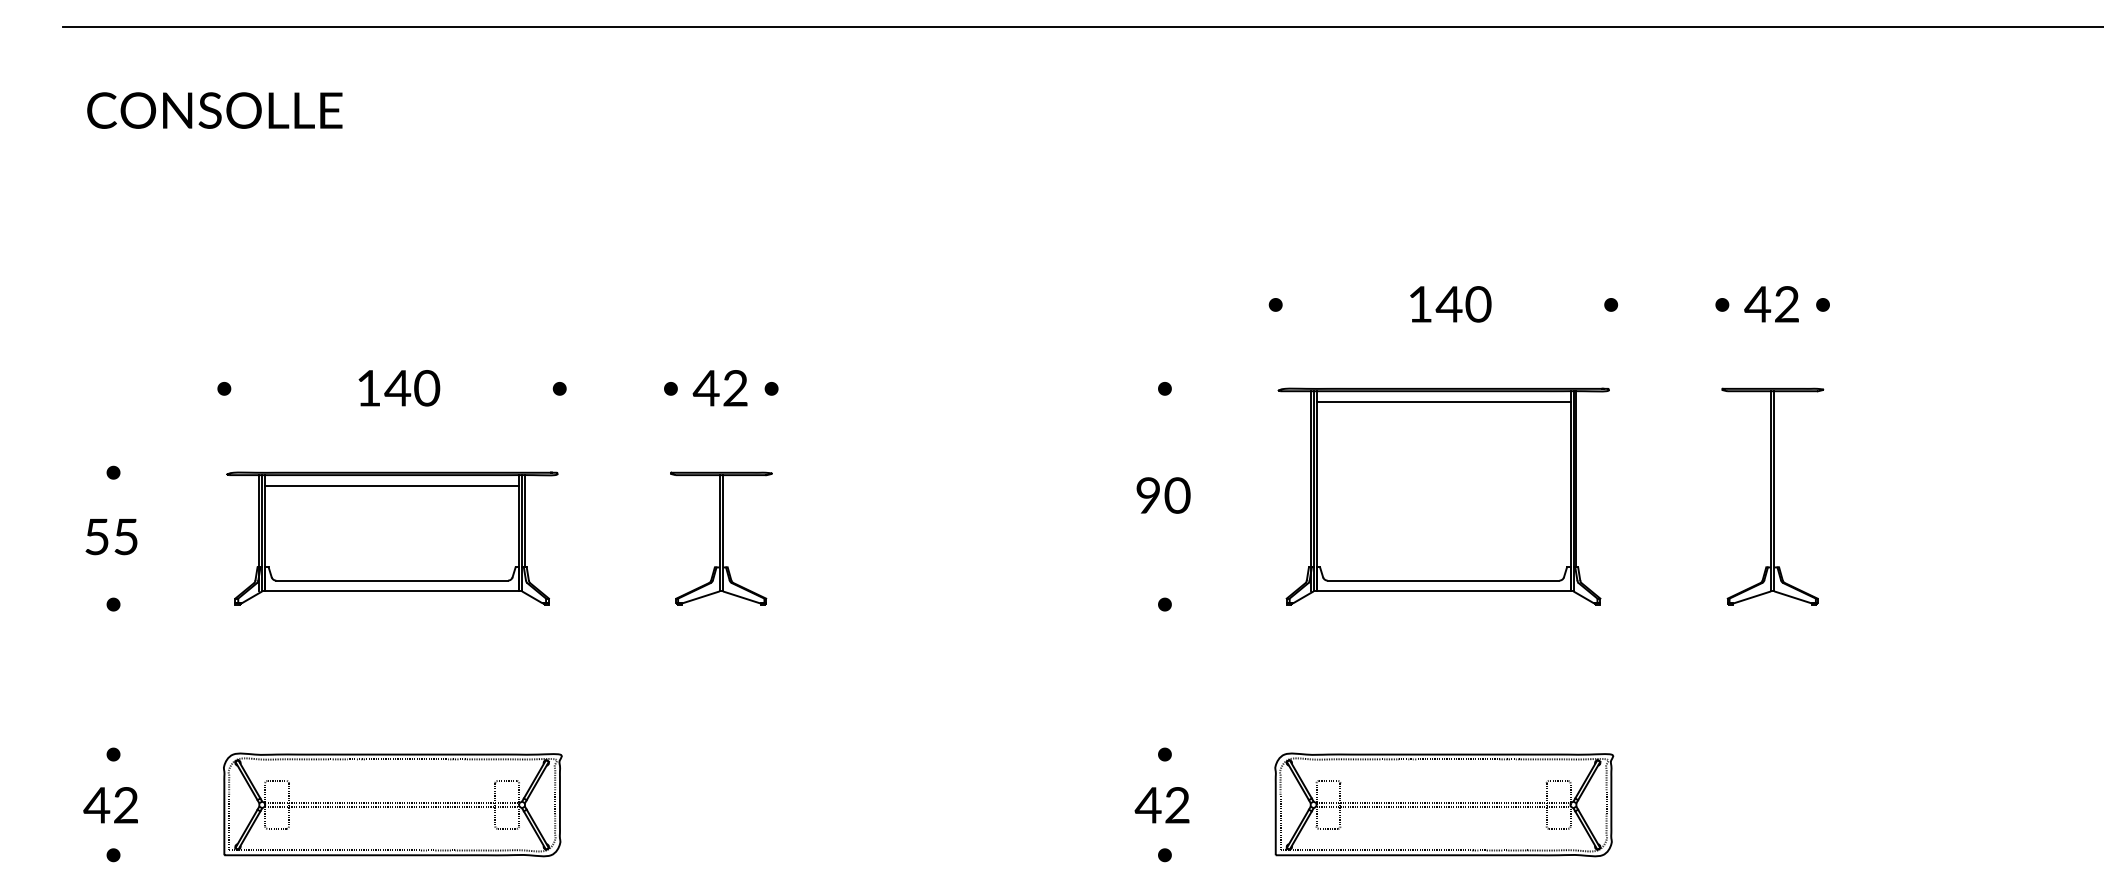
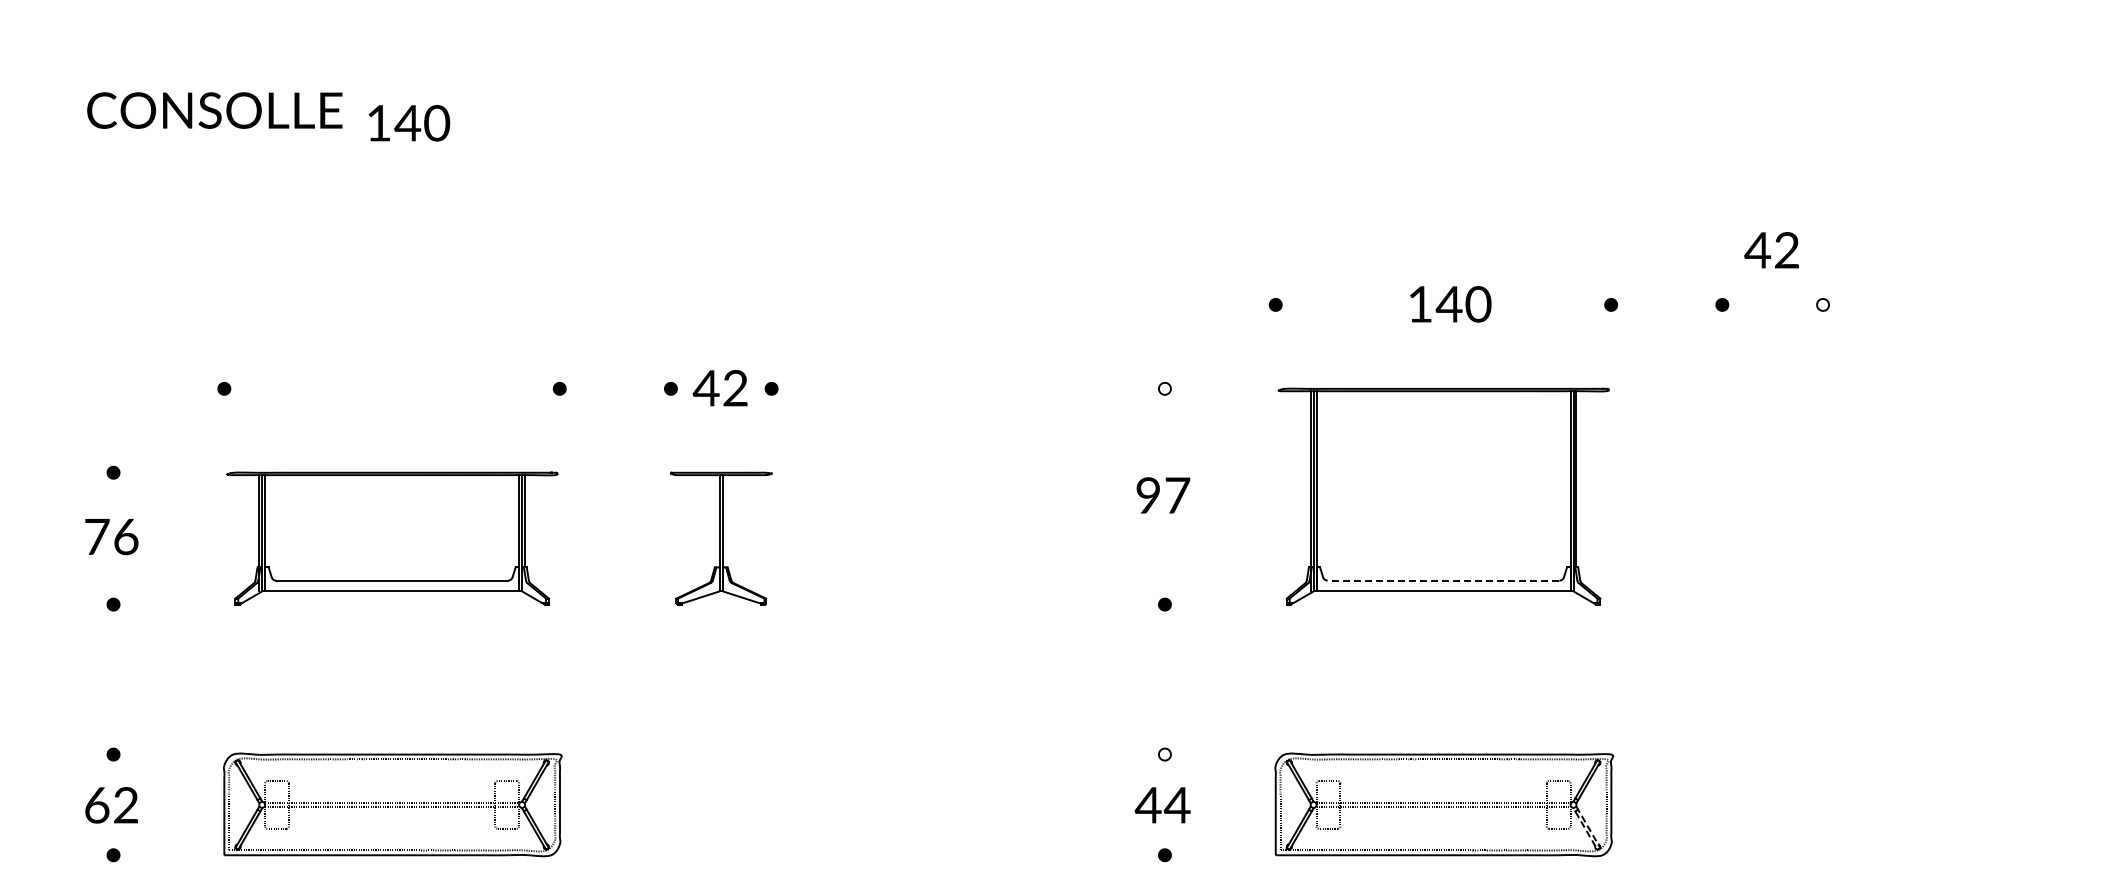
line at (1081, 26): present -> none
text at (1771, 304) position: (1771, 304) -> (1771, 250)
fill at (1823, 304): present -> none
text at (399, 388) position: (399, 388) -> (409, 123)
fill at (1164, 388): present -> none
line at (1443, 402): present -> none
line at (392, 485): present -> none
text at (1177, 495): 90 -> 97
part at (1772, 496): present -> none
text at (111, 536): 55 -> 76
line at (1443, 580): solid -> dashed
fill at (1164, 754): present -> none
text at (96, 805): 42 -> 62
text at (1176, 805): 42 -> 44
line at (1598, 848): solid -> dashed
